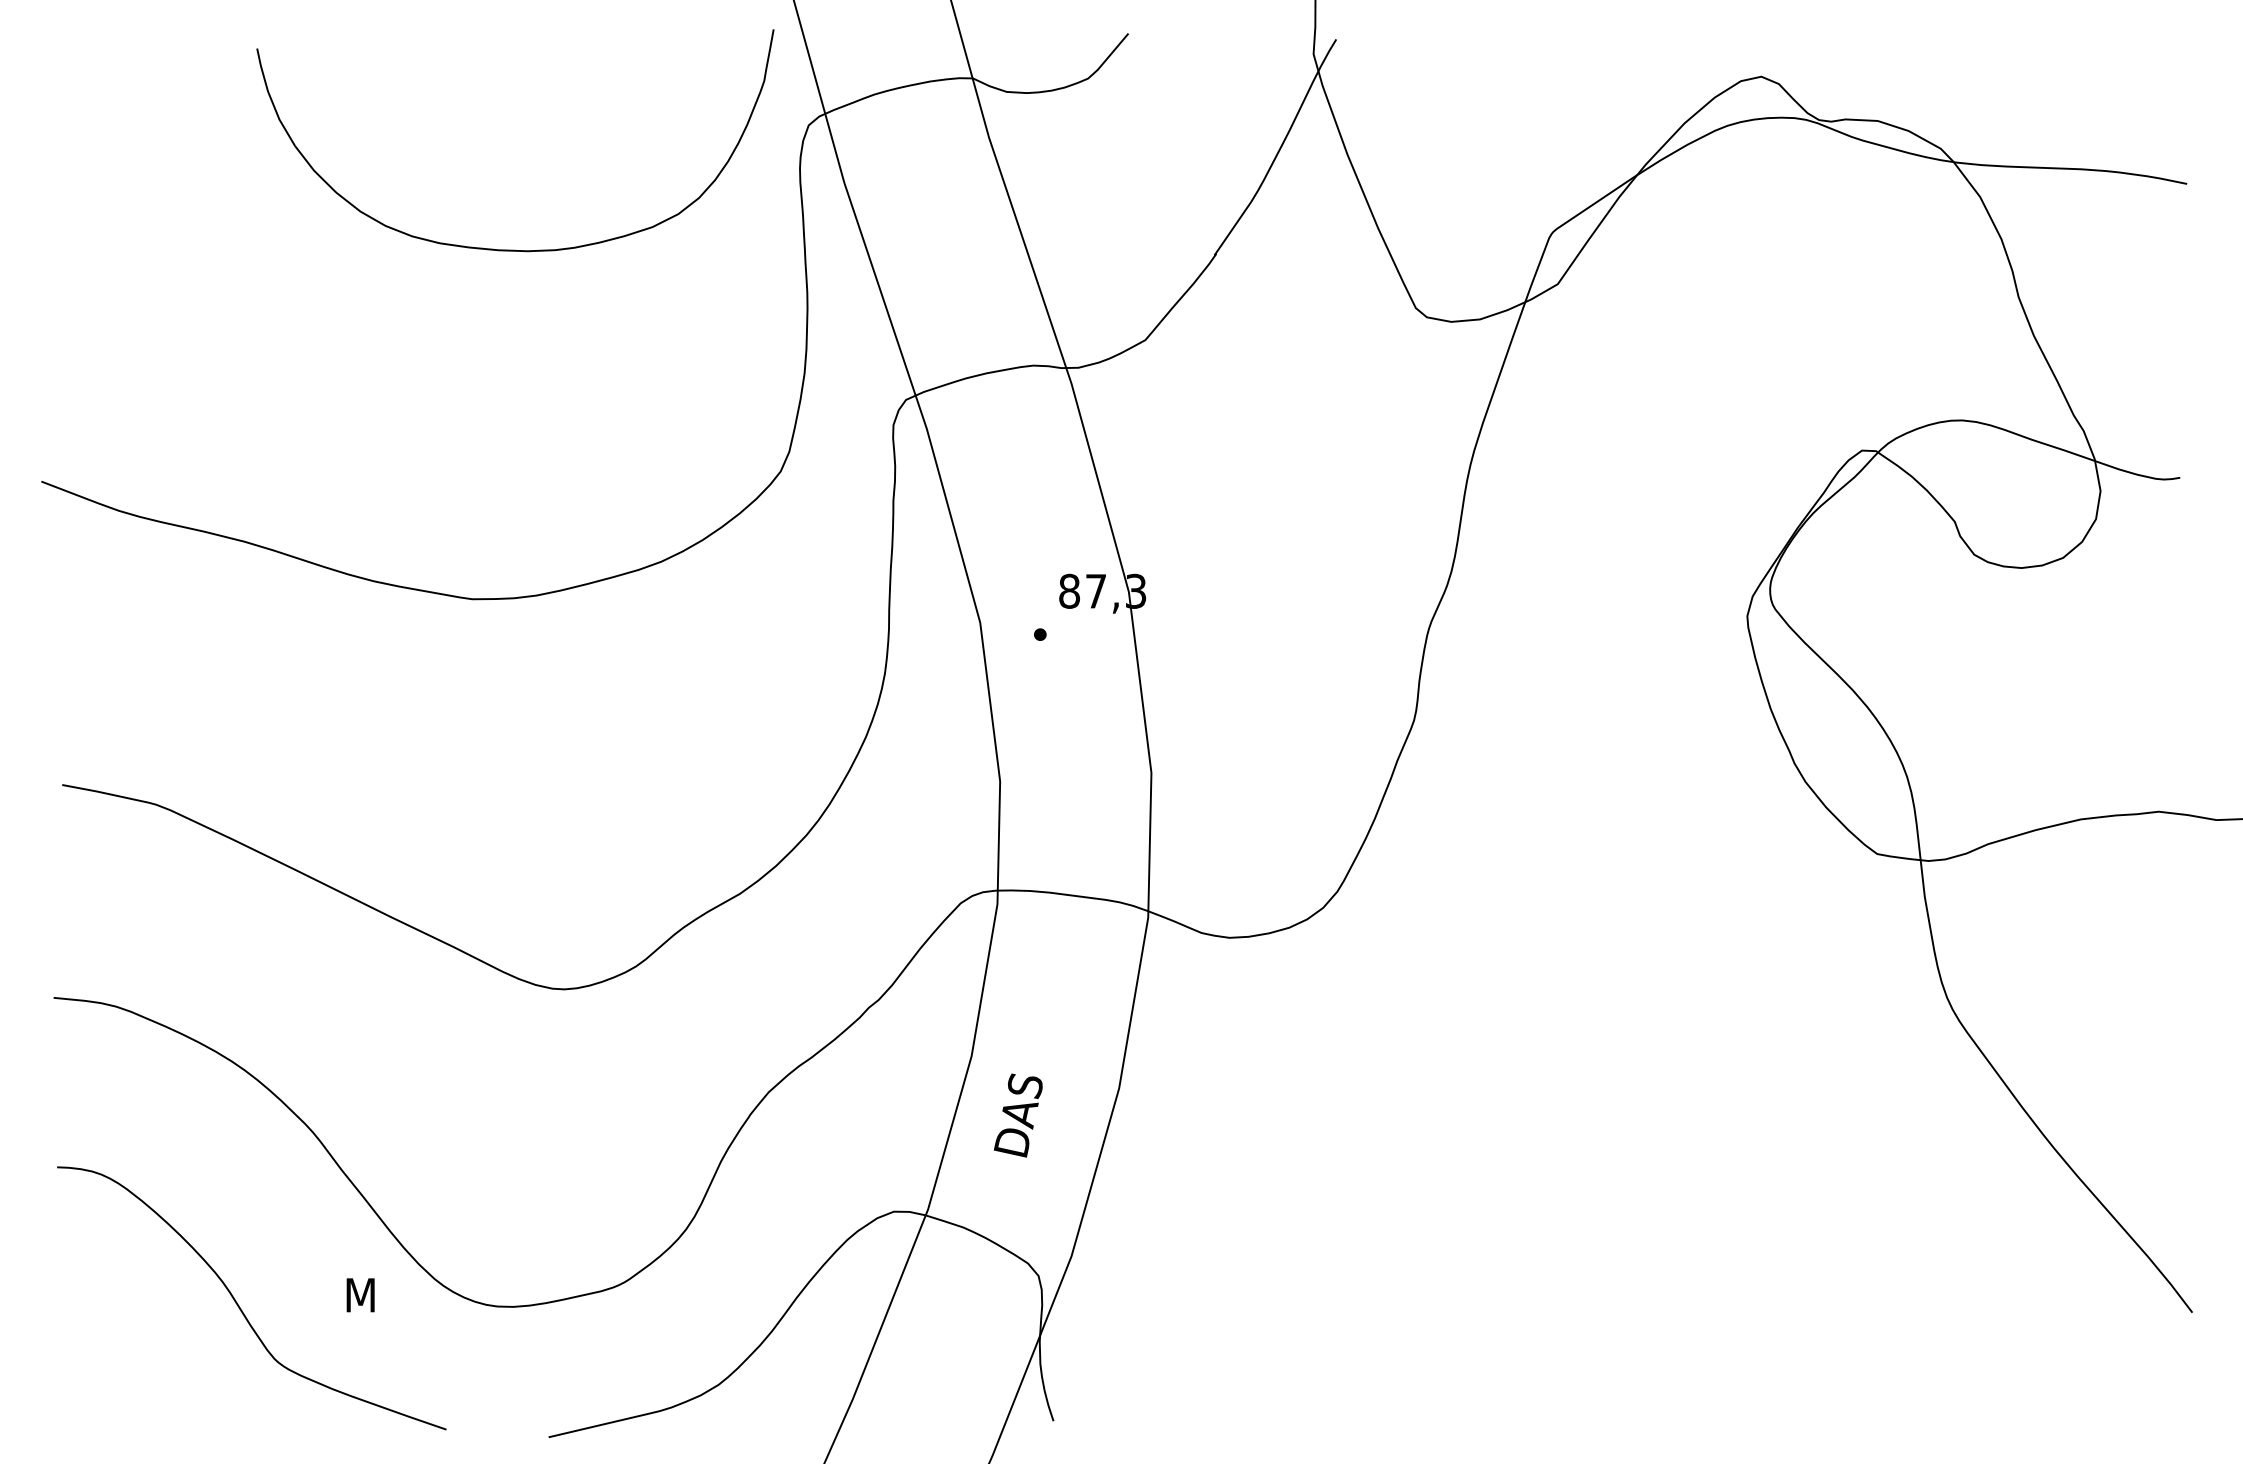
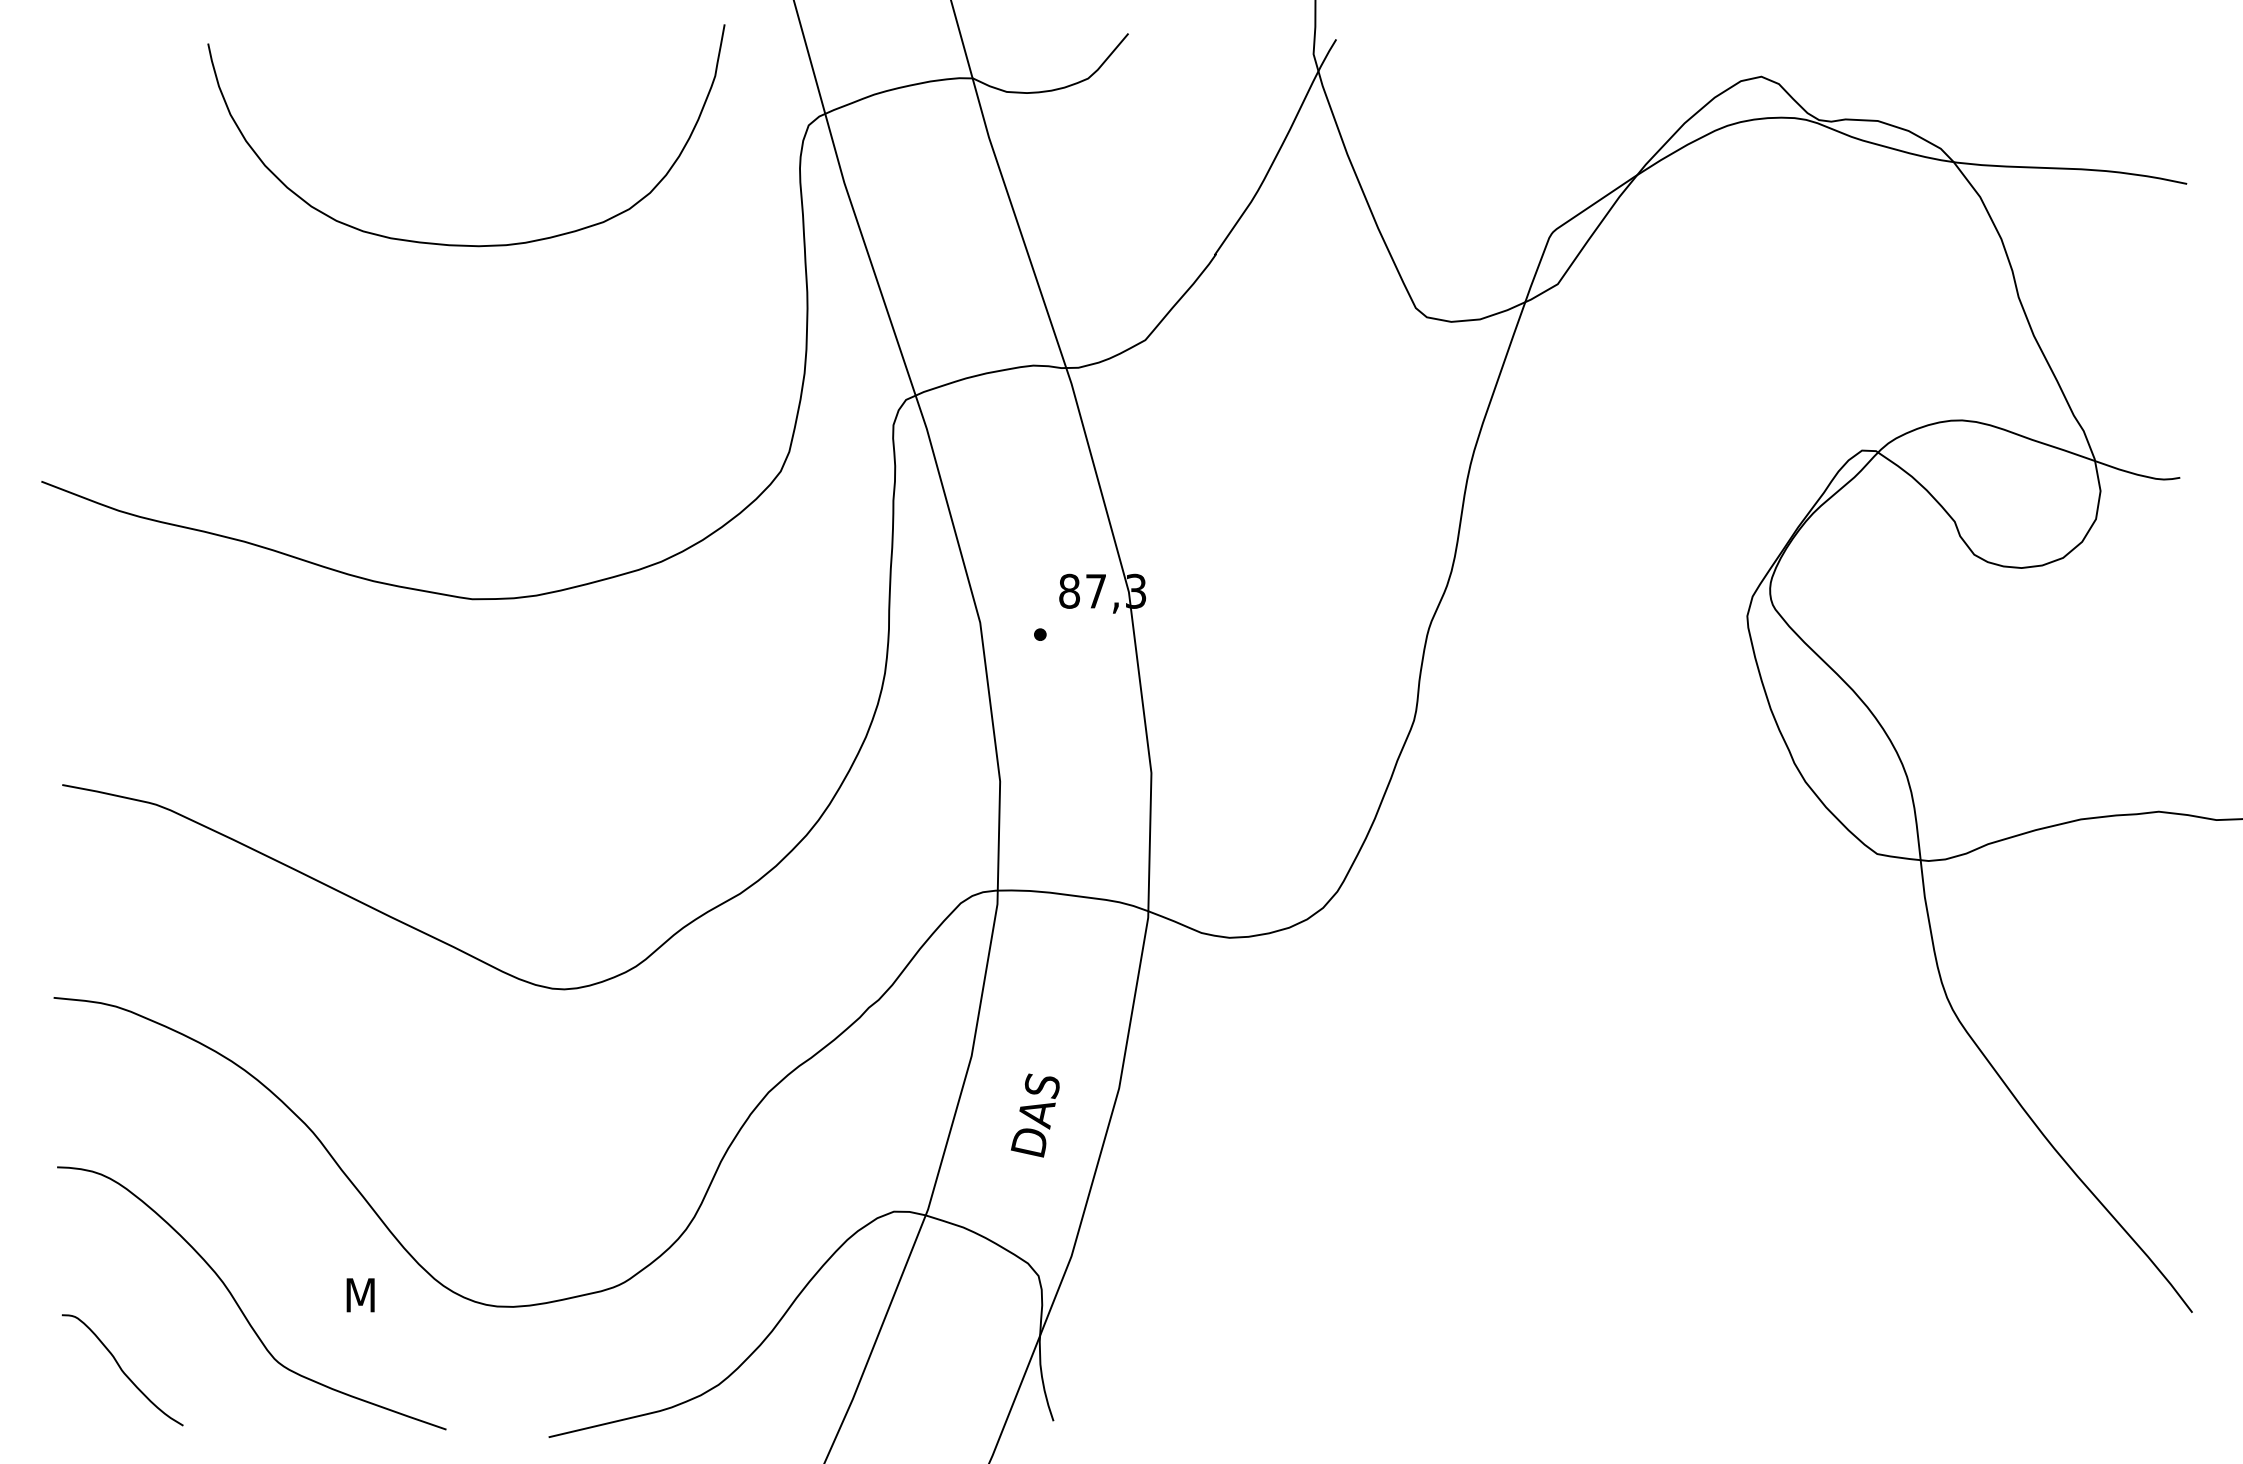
curve at (515, 249) position: (515, 249) -> (466, 244)
text at (1018, 1115) position: (1018, 1115) -> (1035, 1115)
curve at (122, 1370): none -> present
